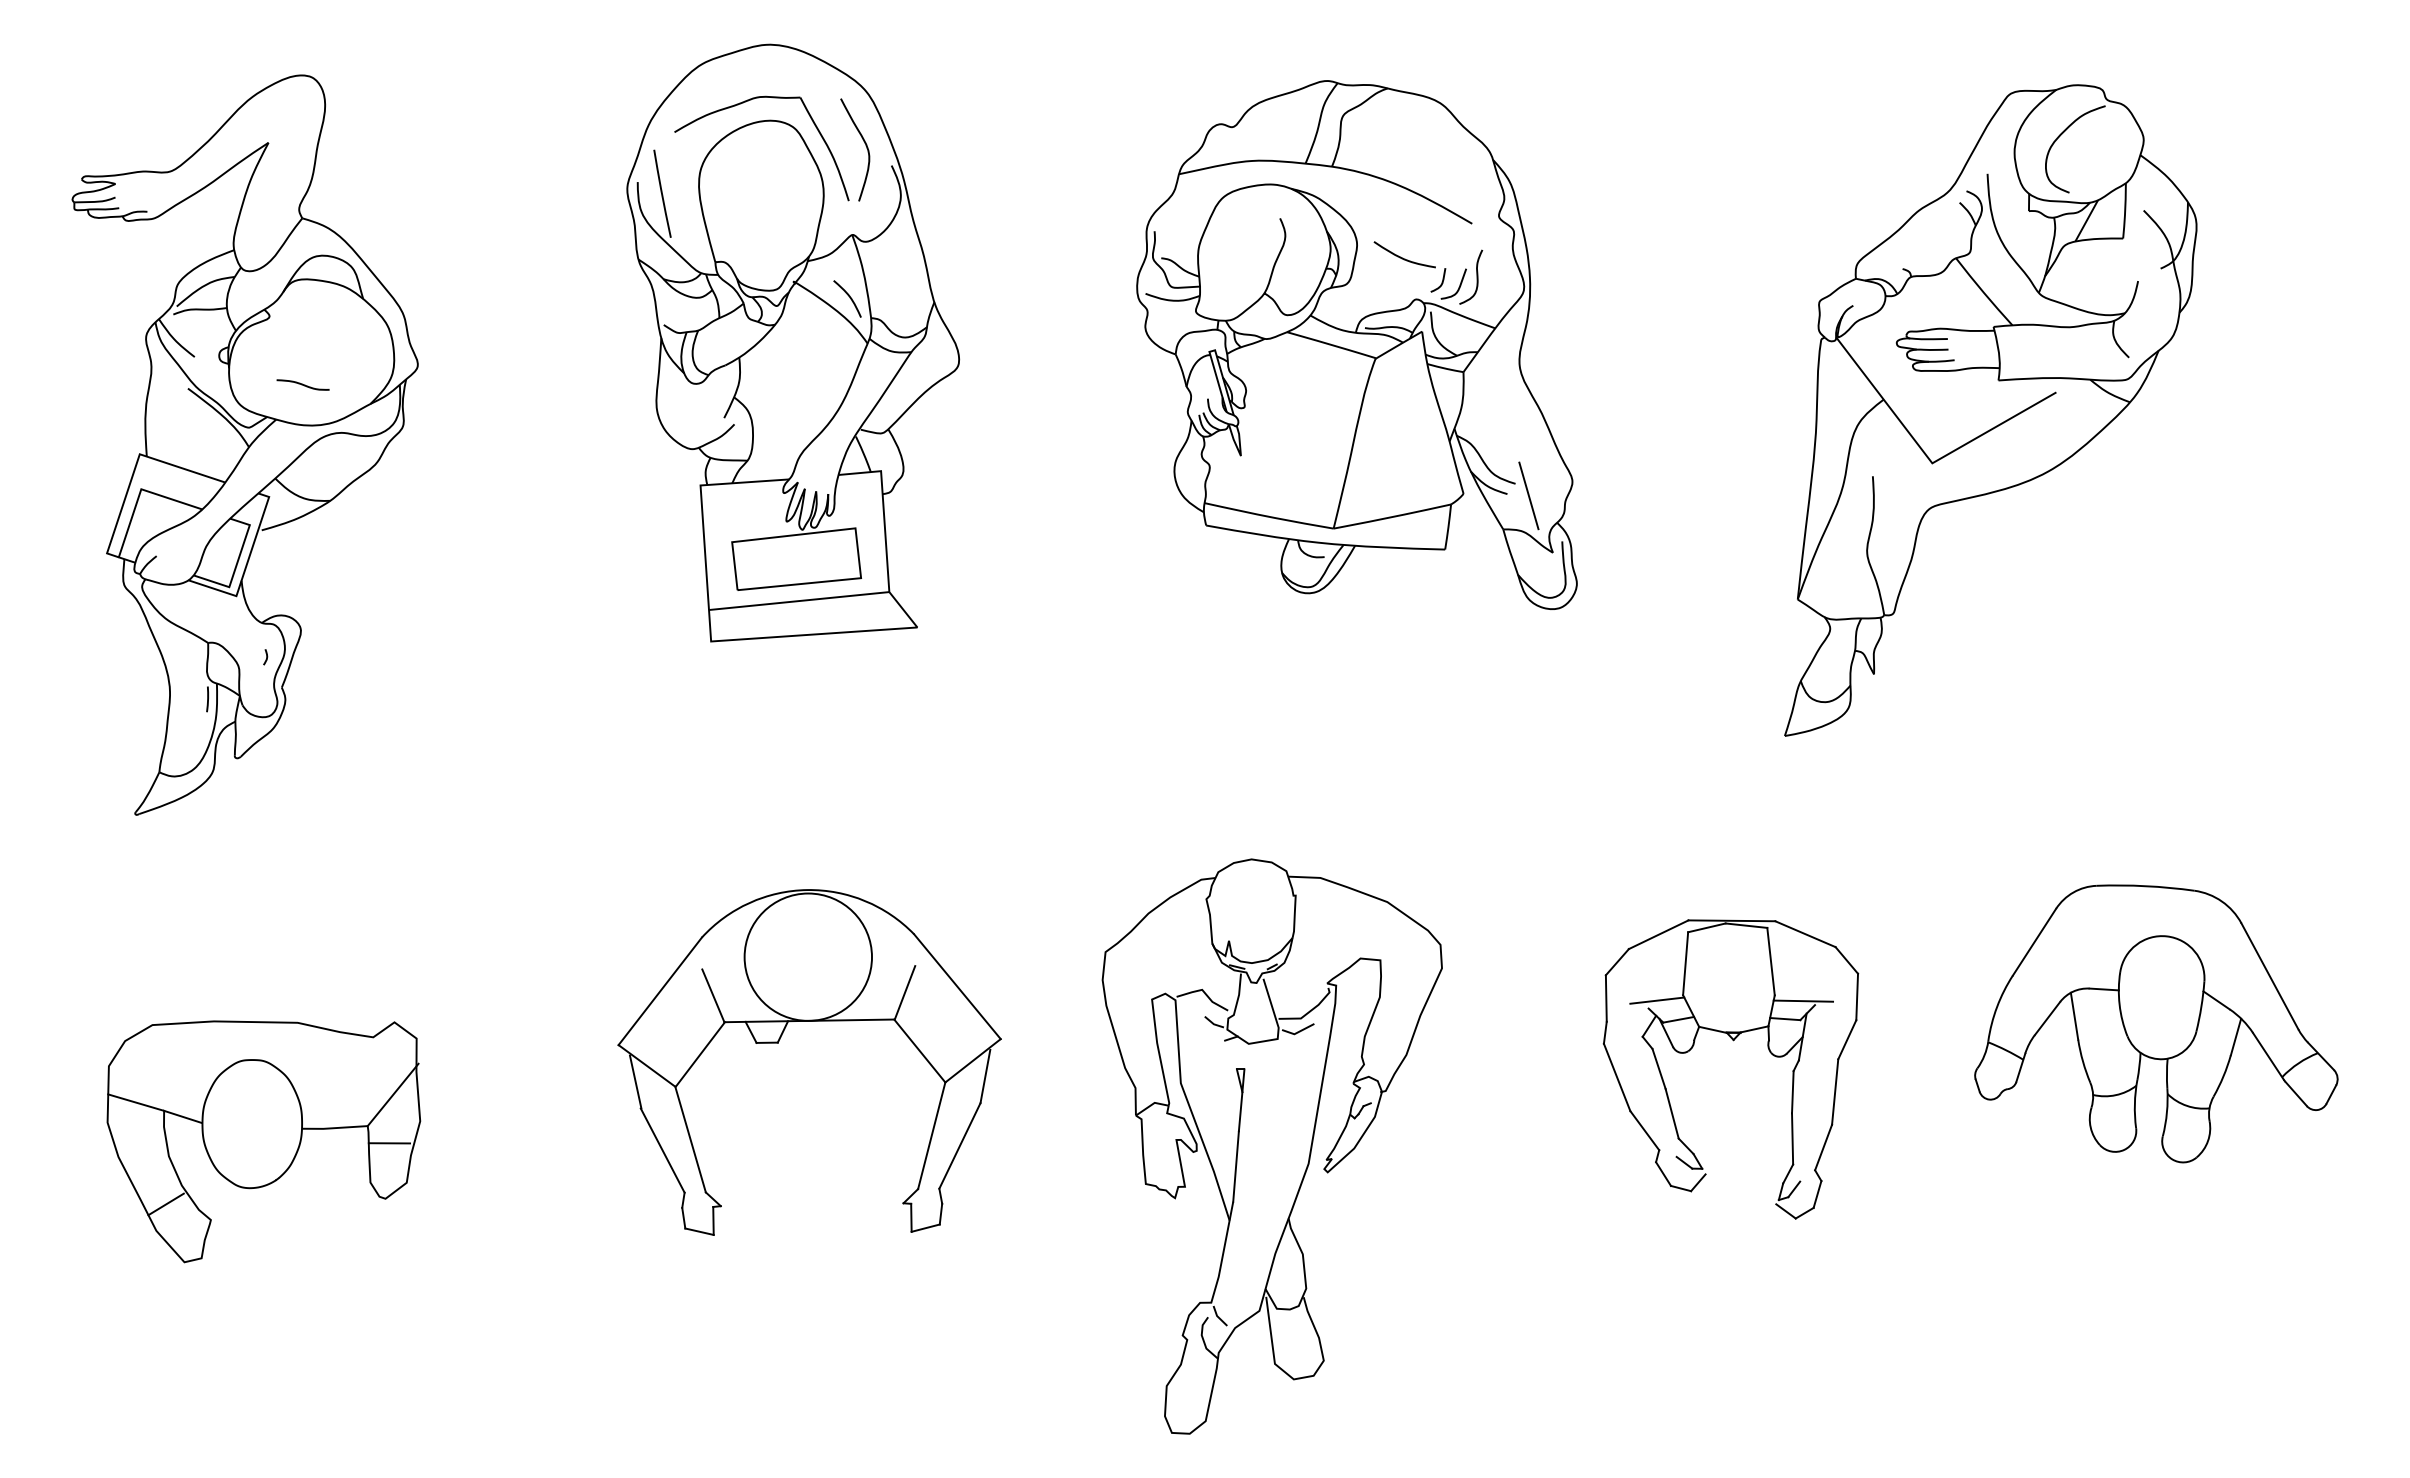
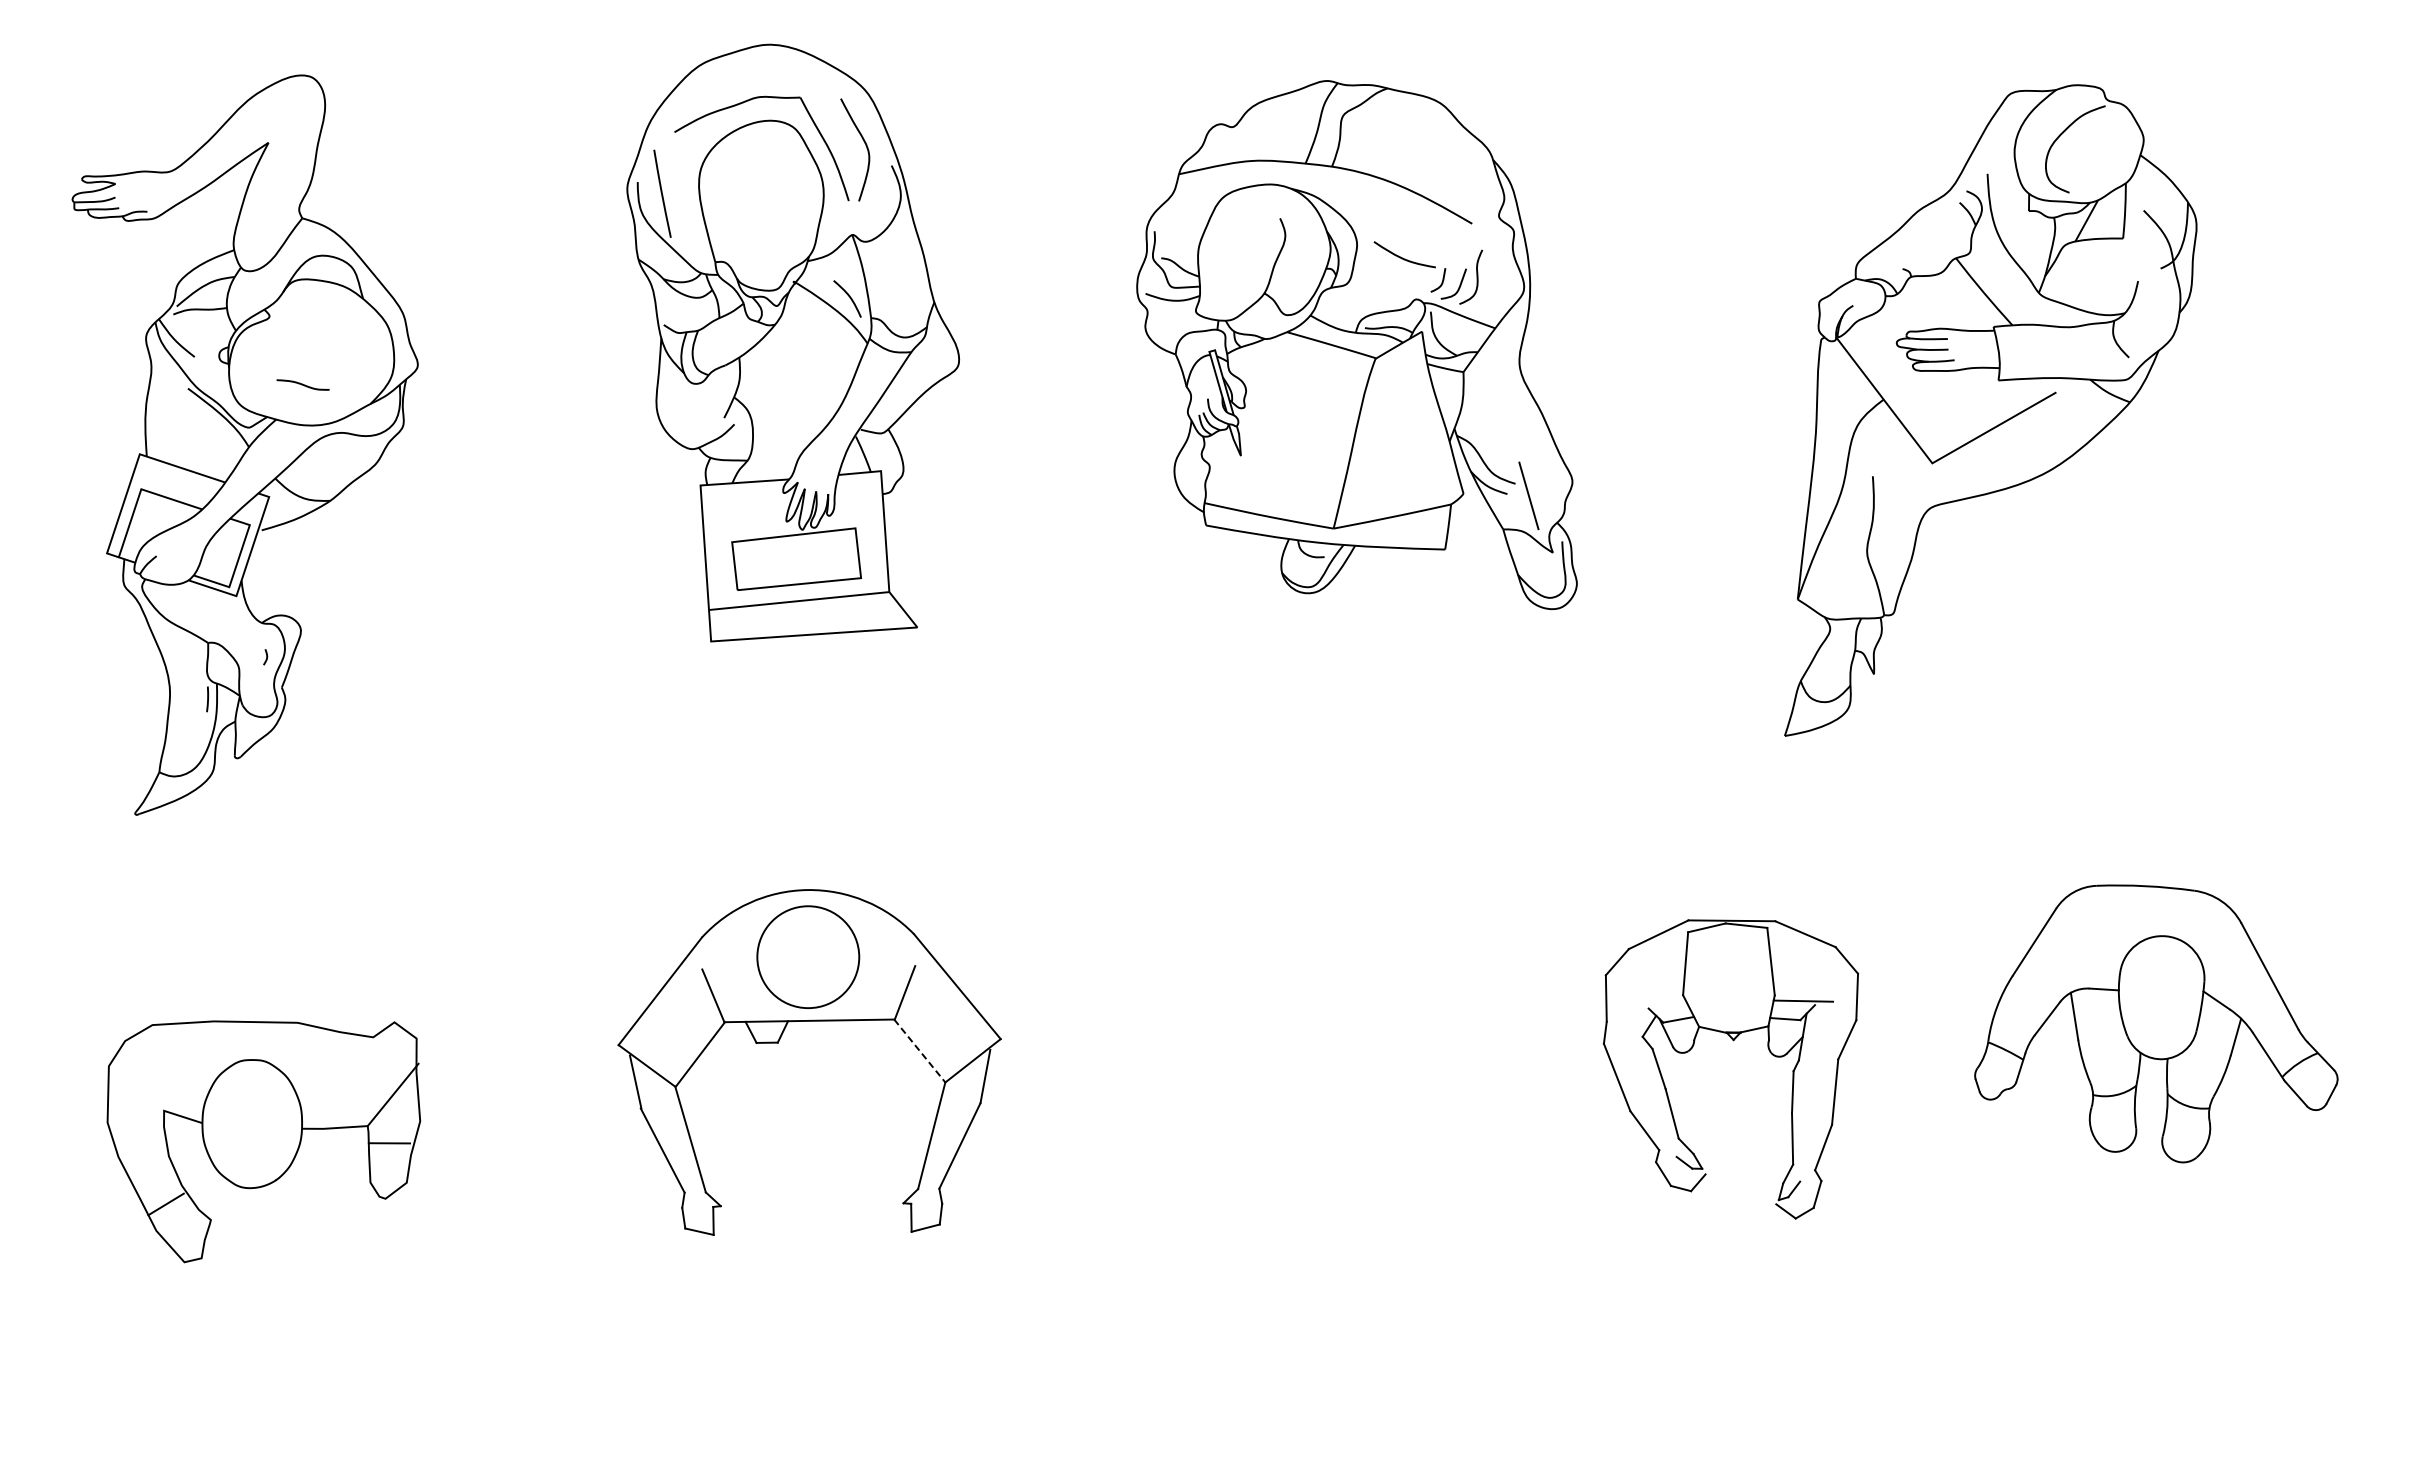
circle at (808, 956) diameter: 127 px -> 102 px
line at (1657, 1000): present -> none
line at (919, 1051): solid -> dashed
line at (136, 1102): present -> none
part at (1271, 1146): present -> none
